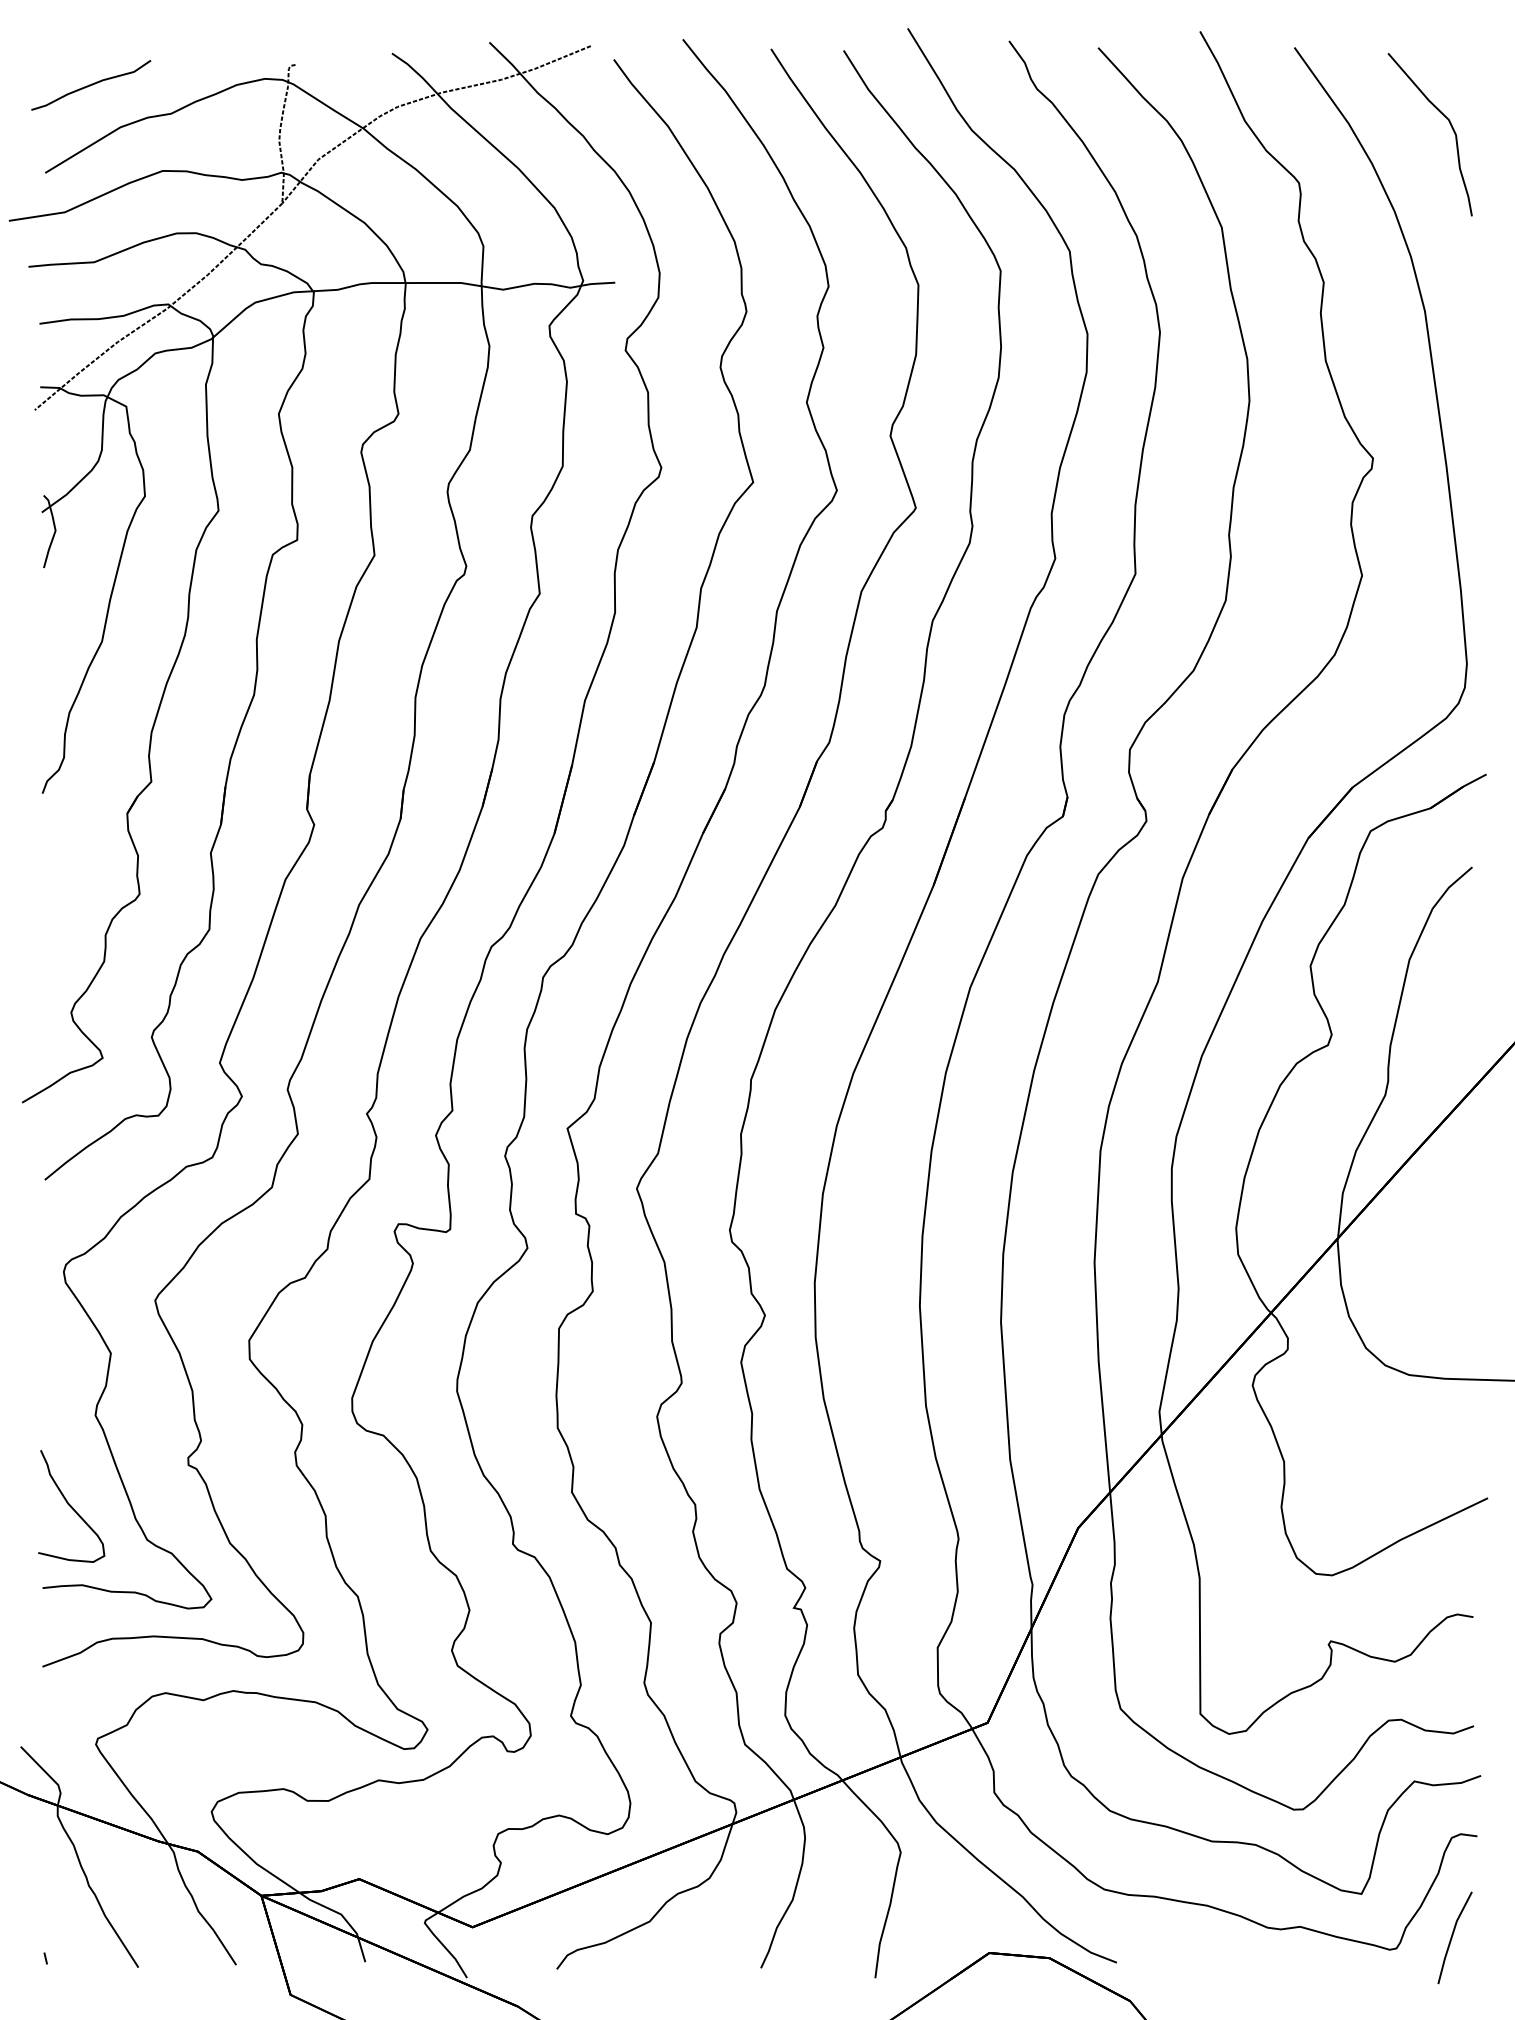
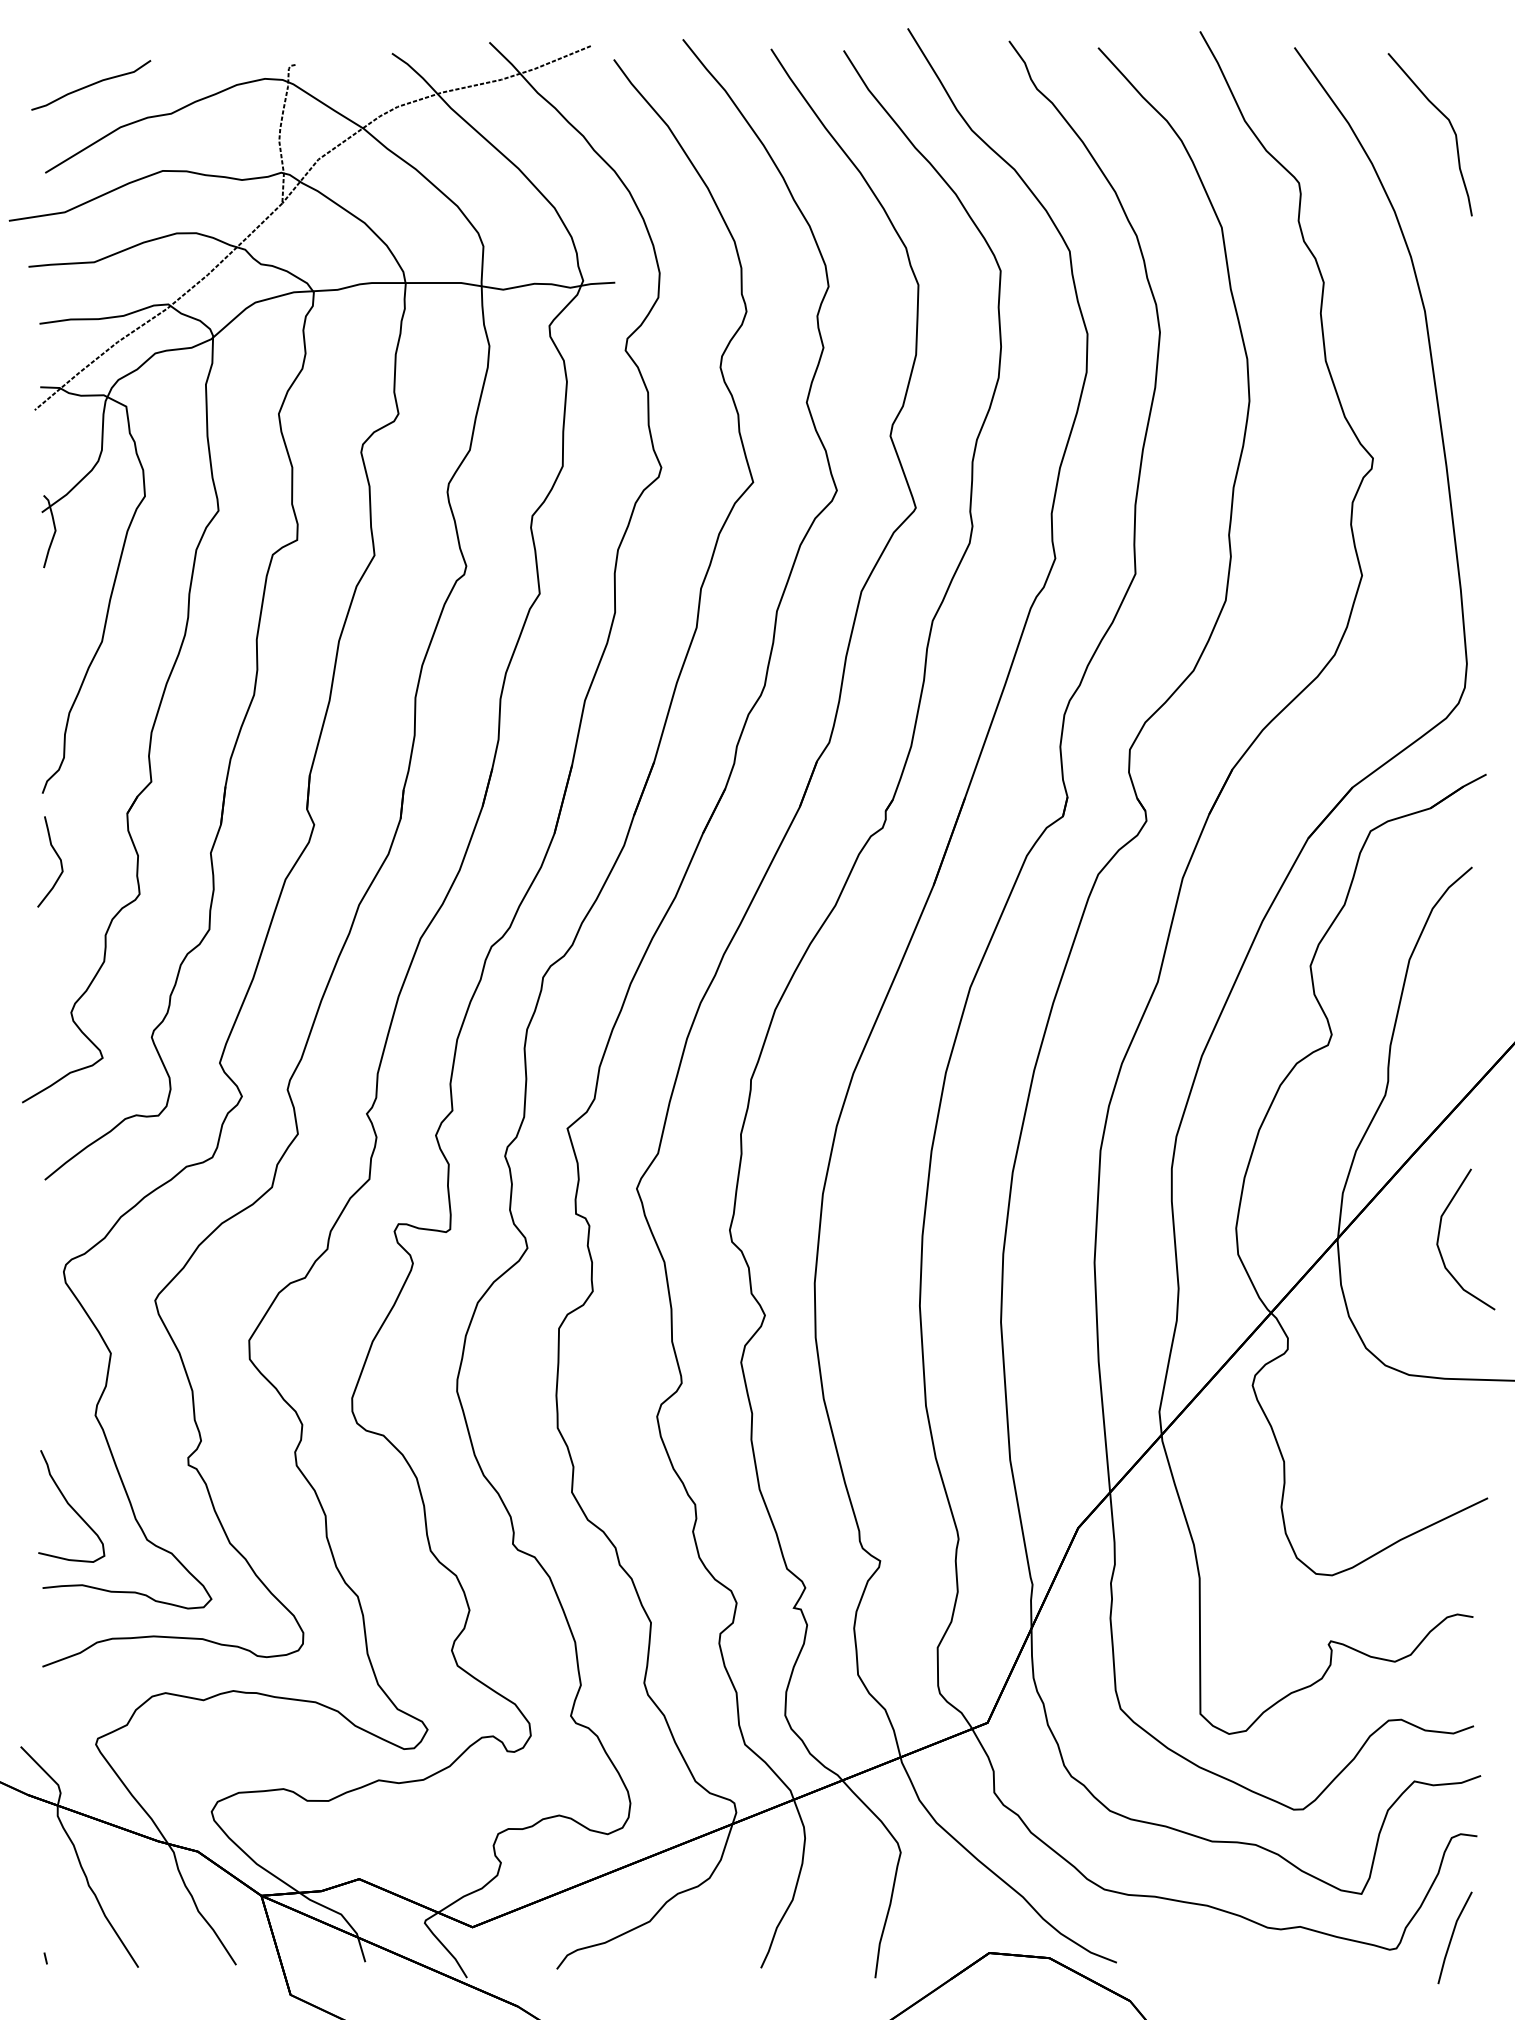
curve at (56, 855): none -> present
curve at (1439, 1237): none -> present
